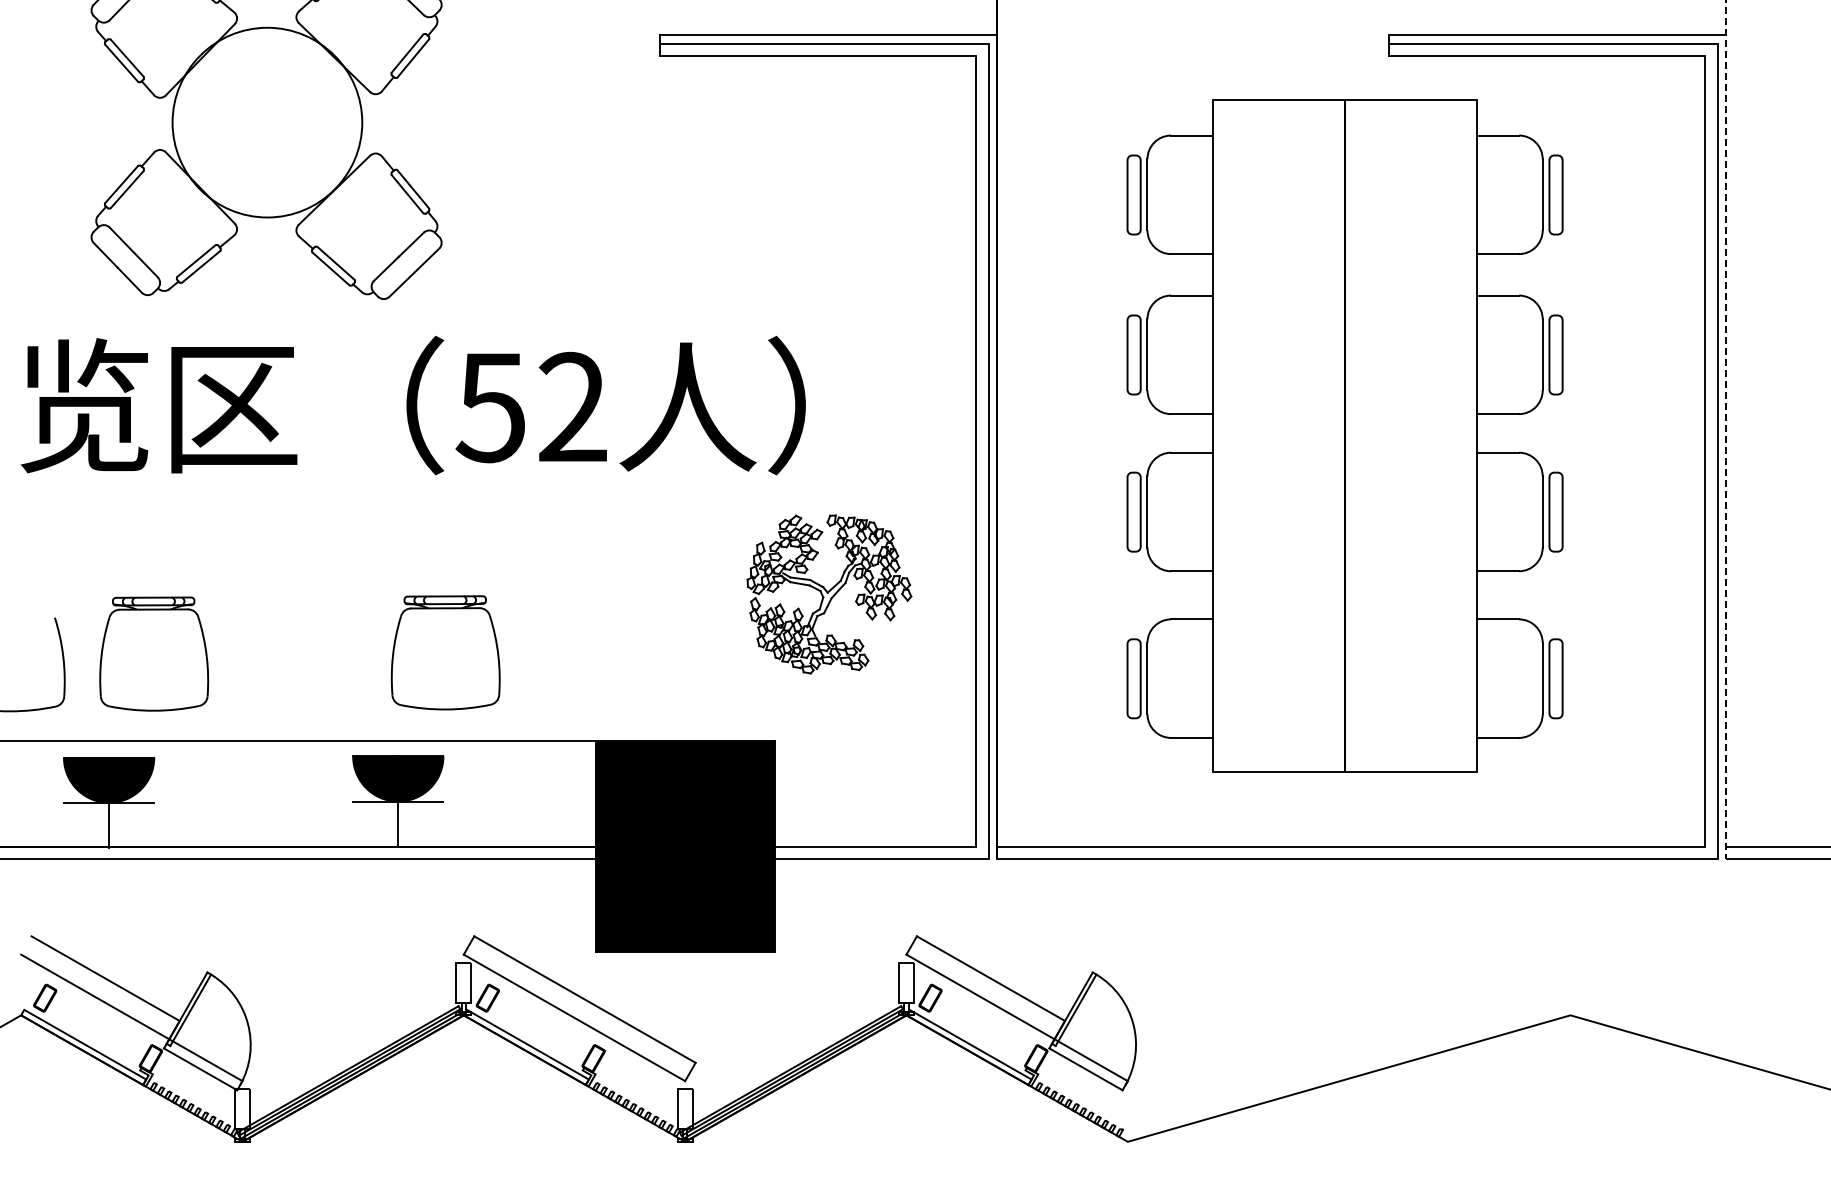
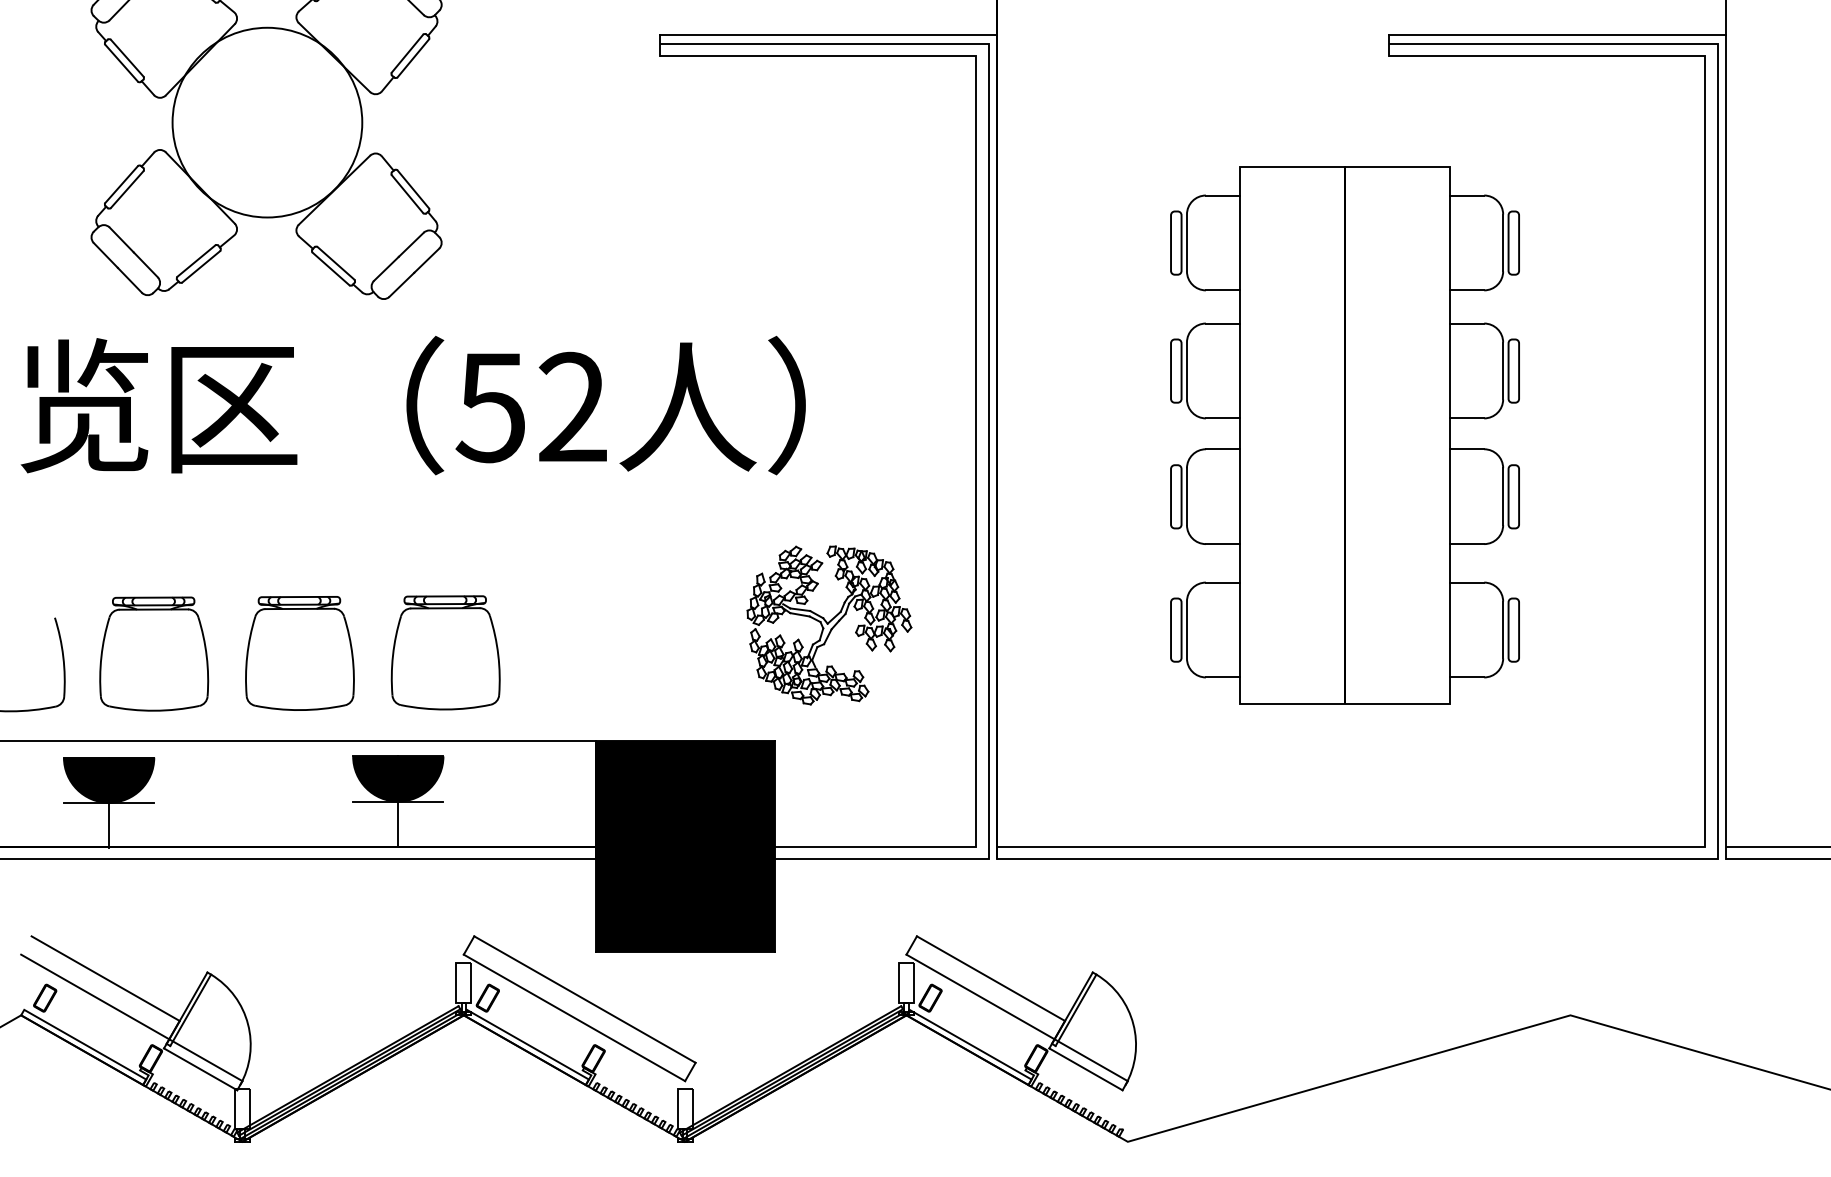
line at (1726, 430): dashed -> solid
part at (1344, 435) size: 438x674 px -> 350x539 px
part at (829, 594) position: (829, 594) -> (829, 625)
part at (299, 653): none -> present
